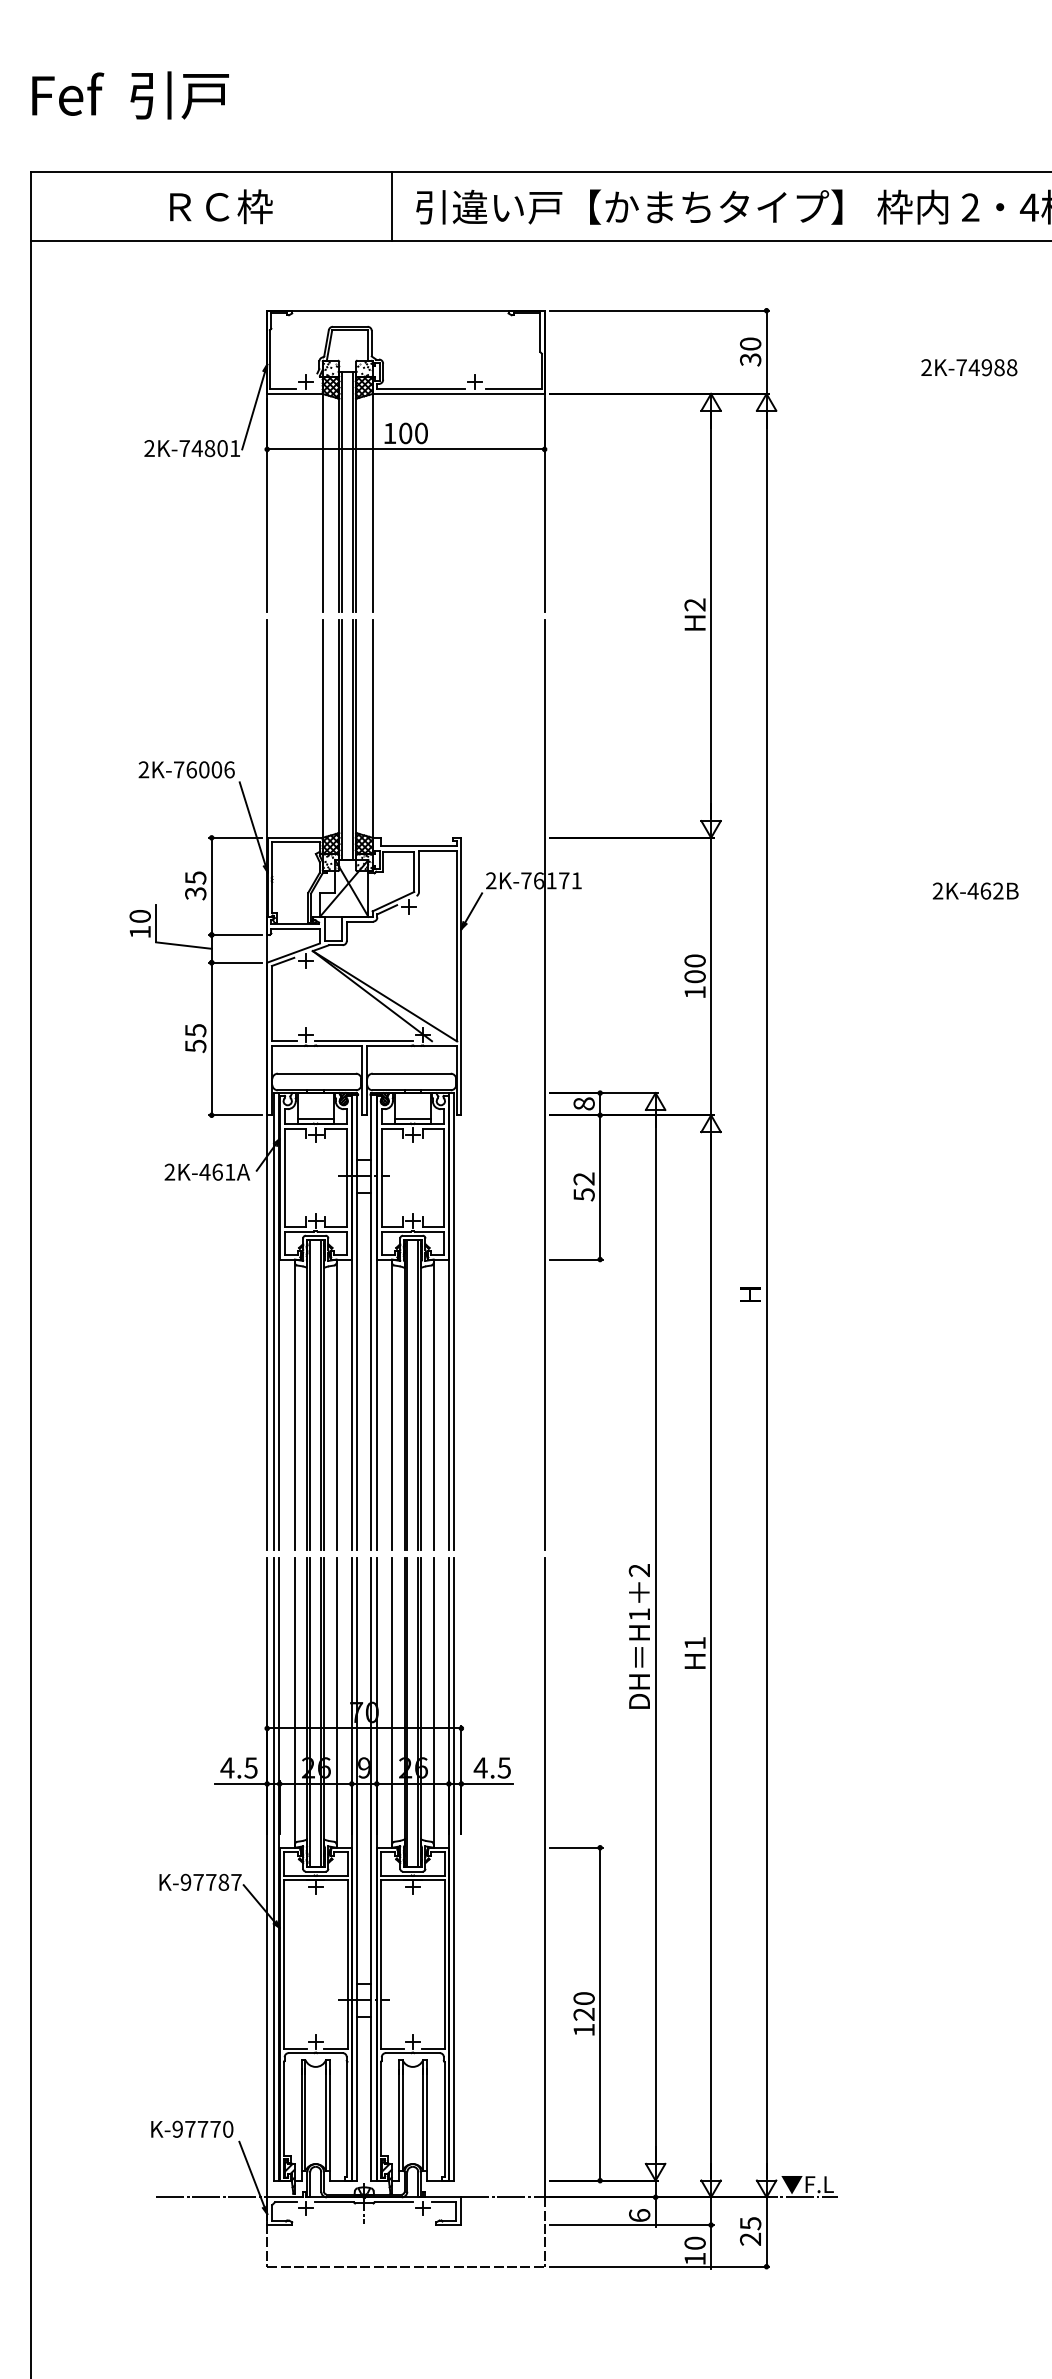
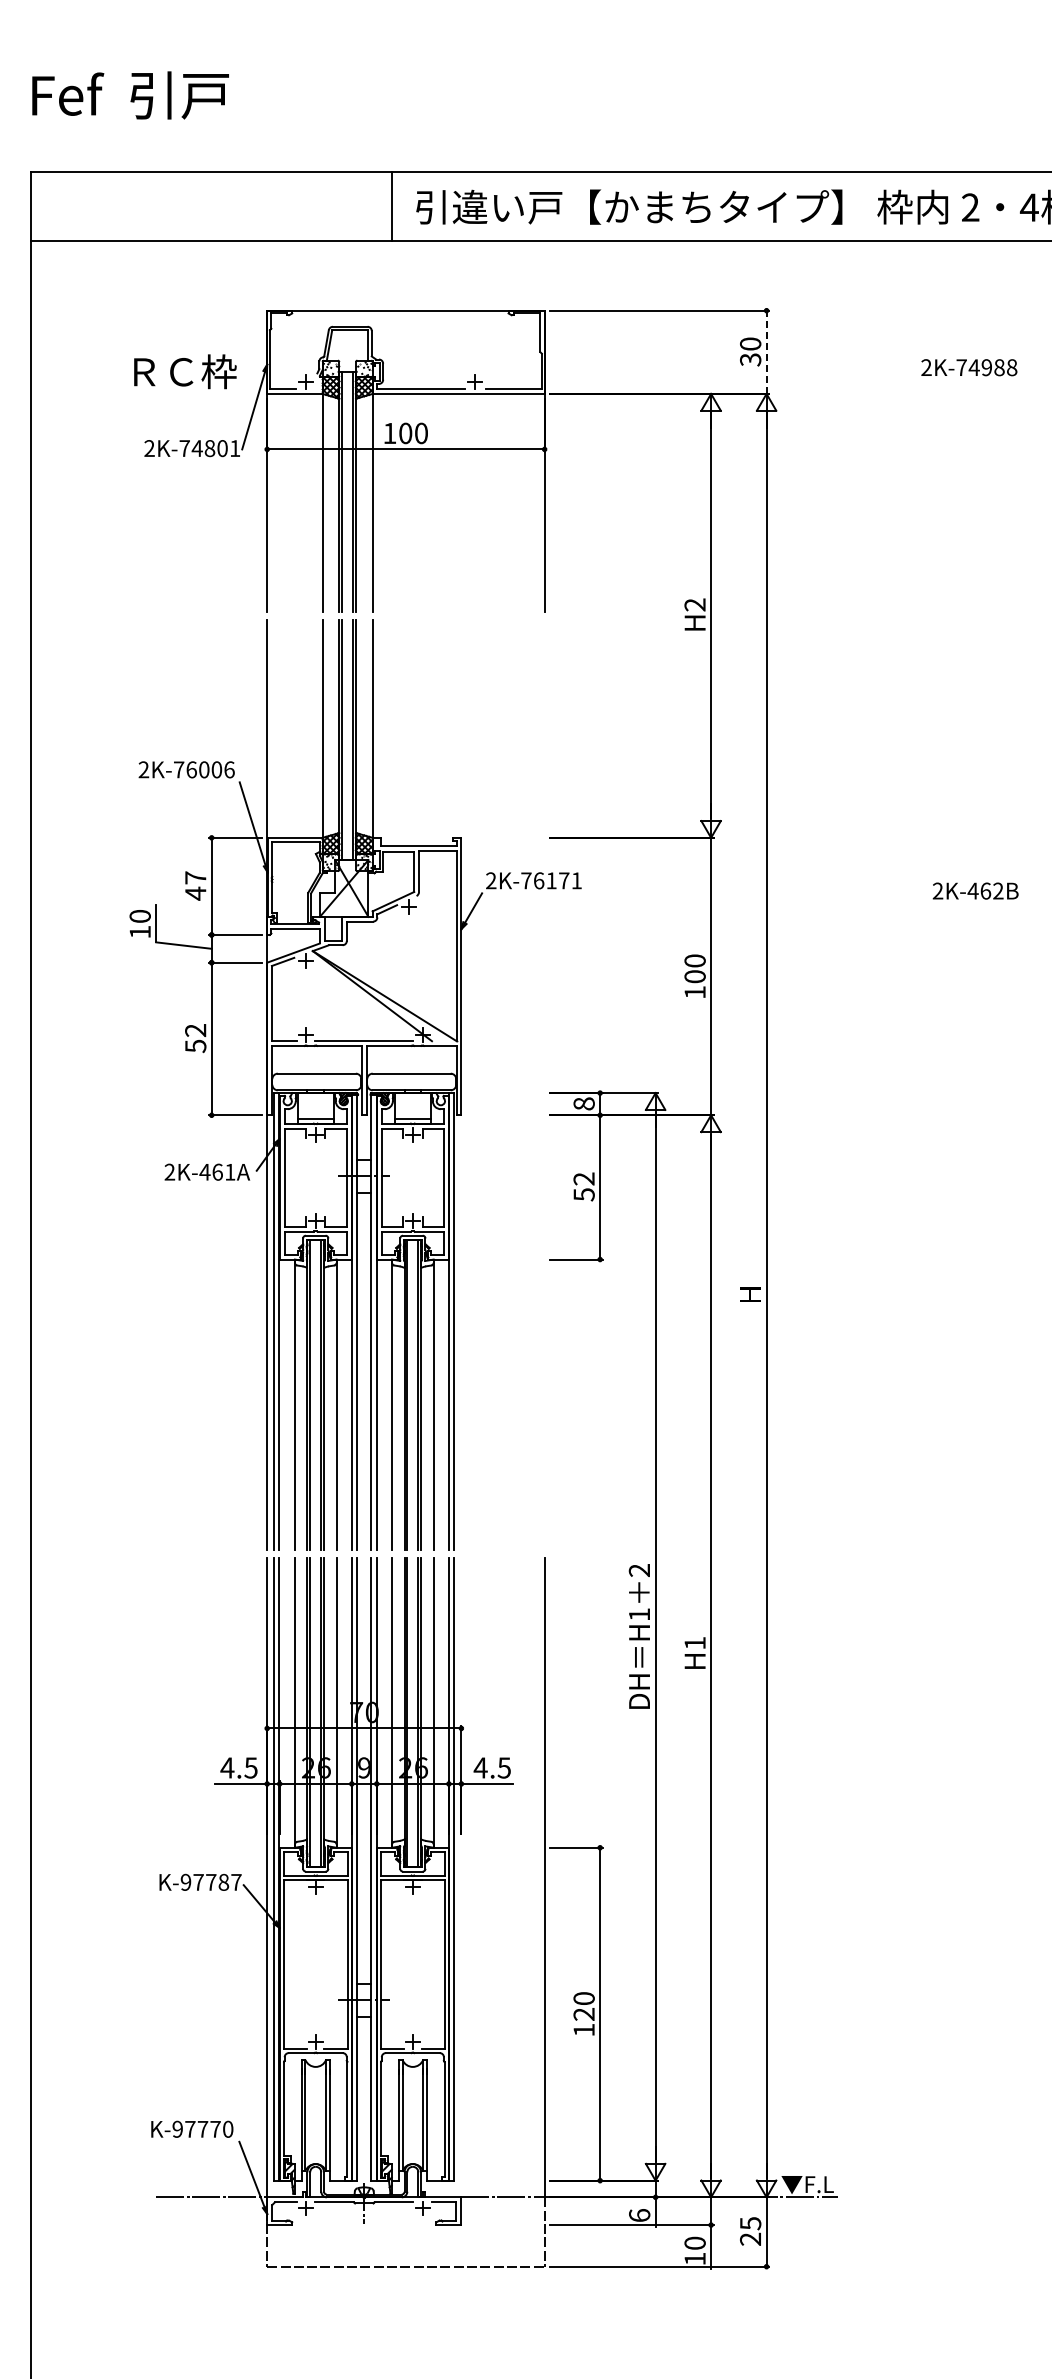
text at (221, 206) position: (221, 206) -> (185, 371)
line at (766, 352): solid -> dashed
text at (195, 885): 35 -> 47
text at (195, 1030): 55 -> 52
line at (544, 1084): present -> none
